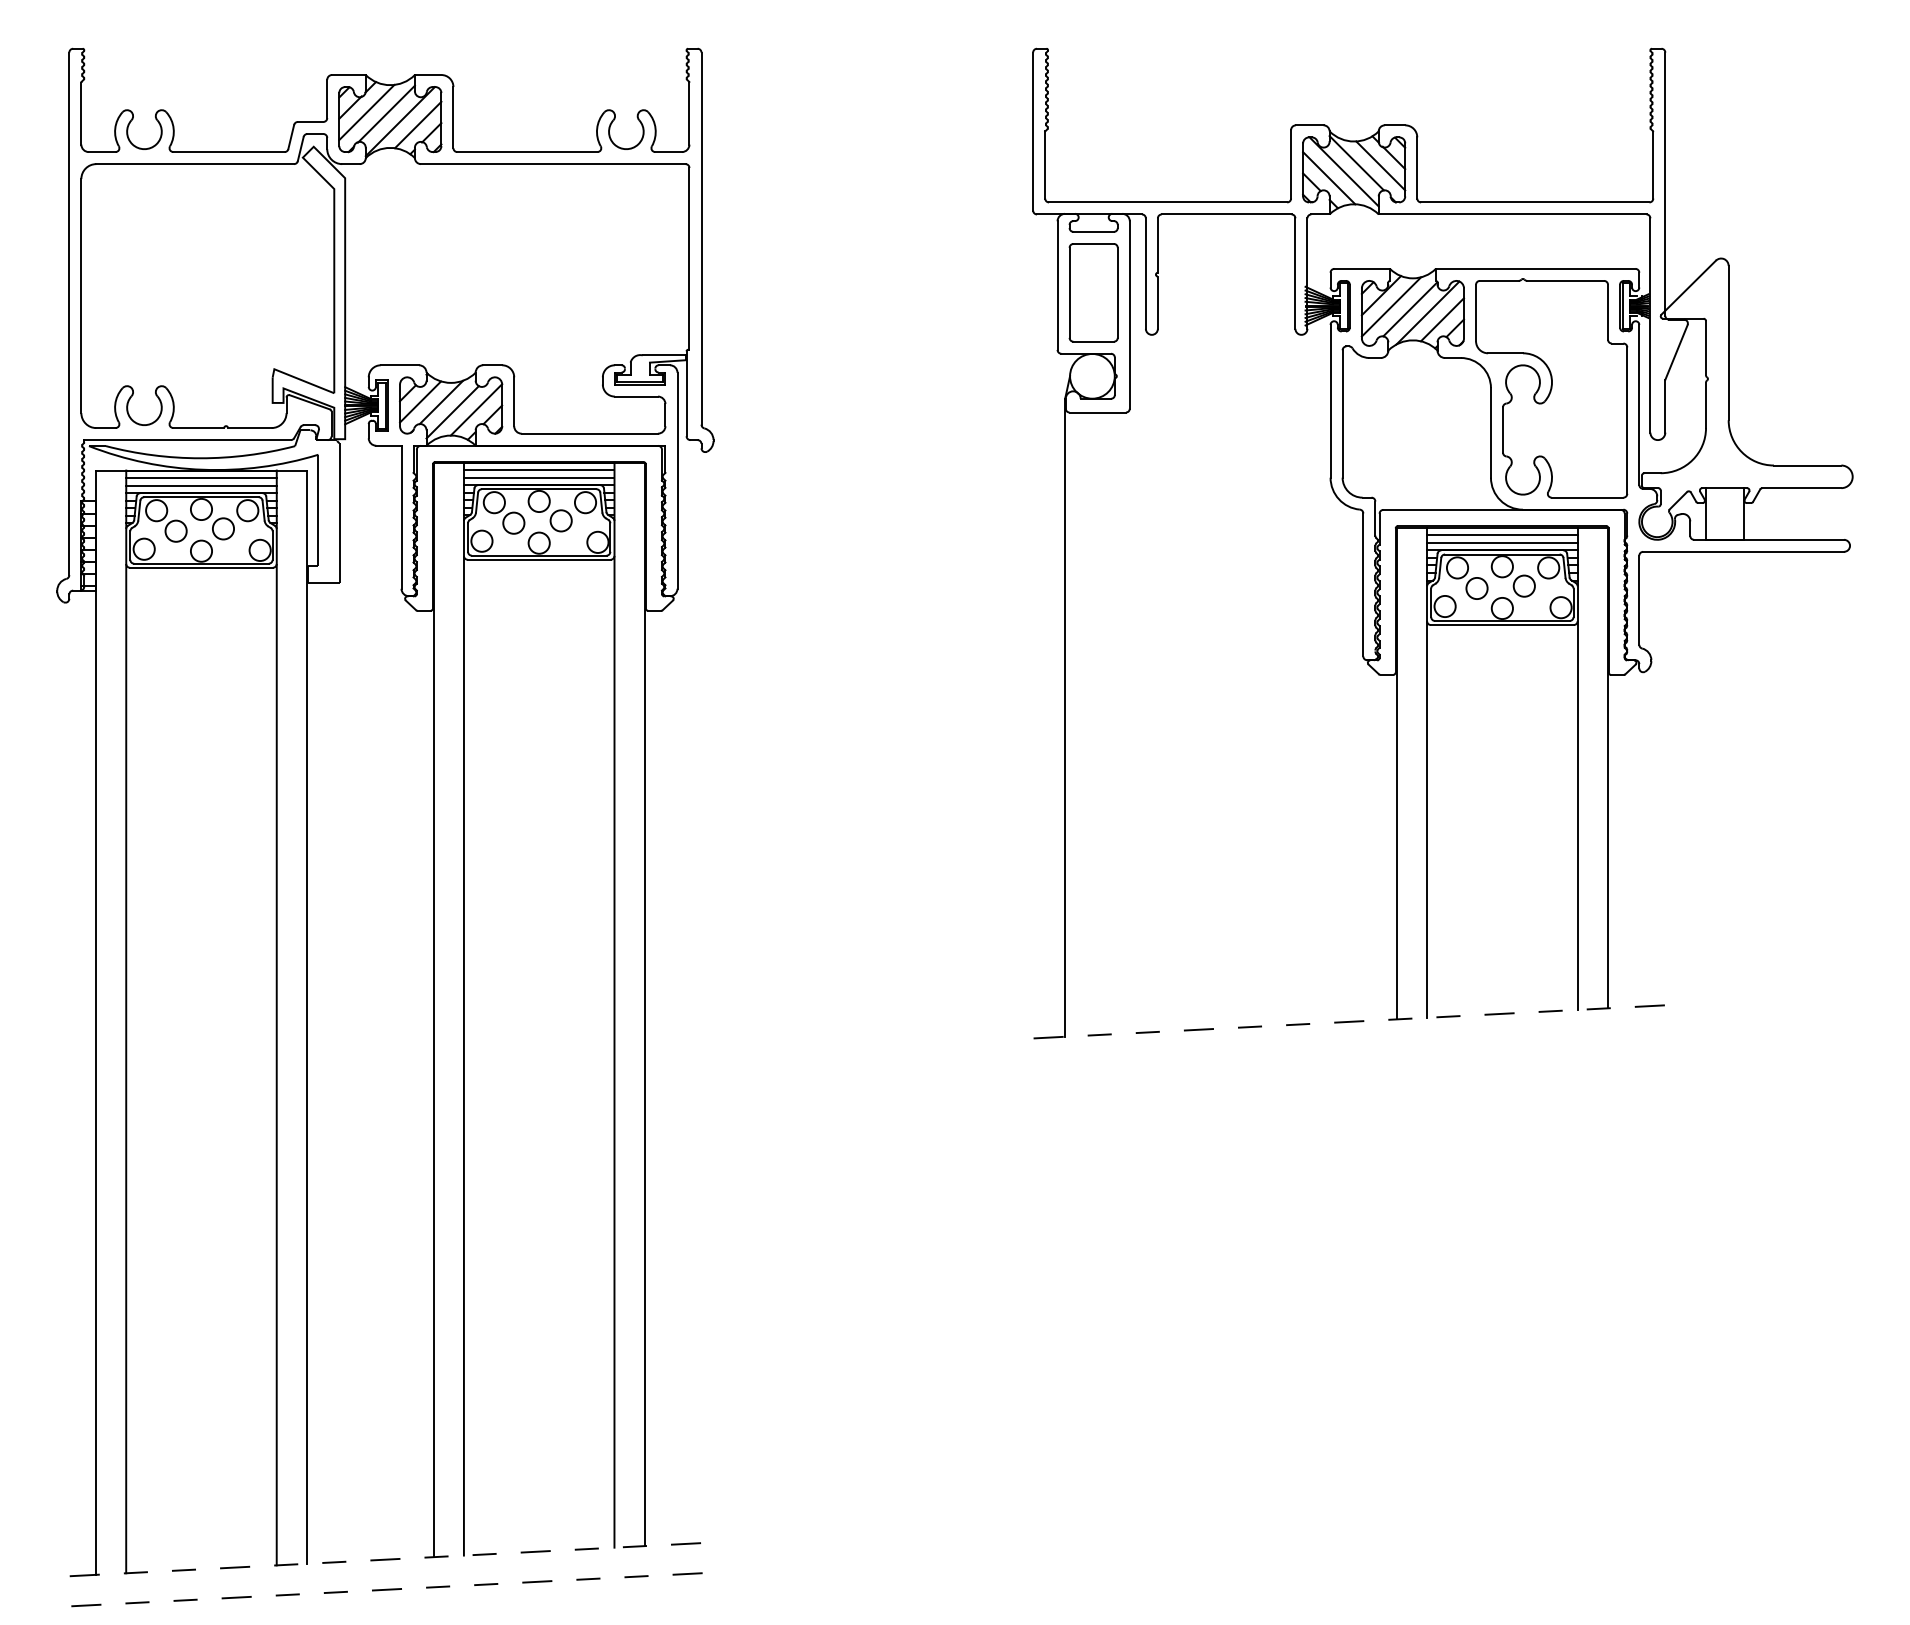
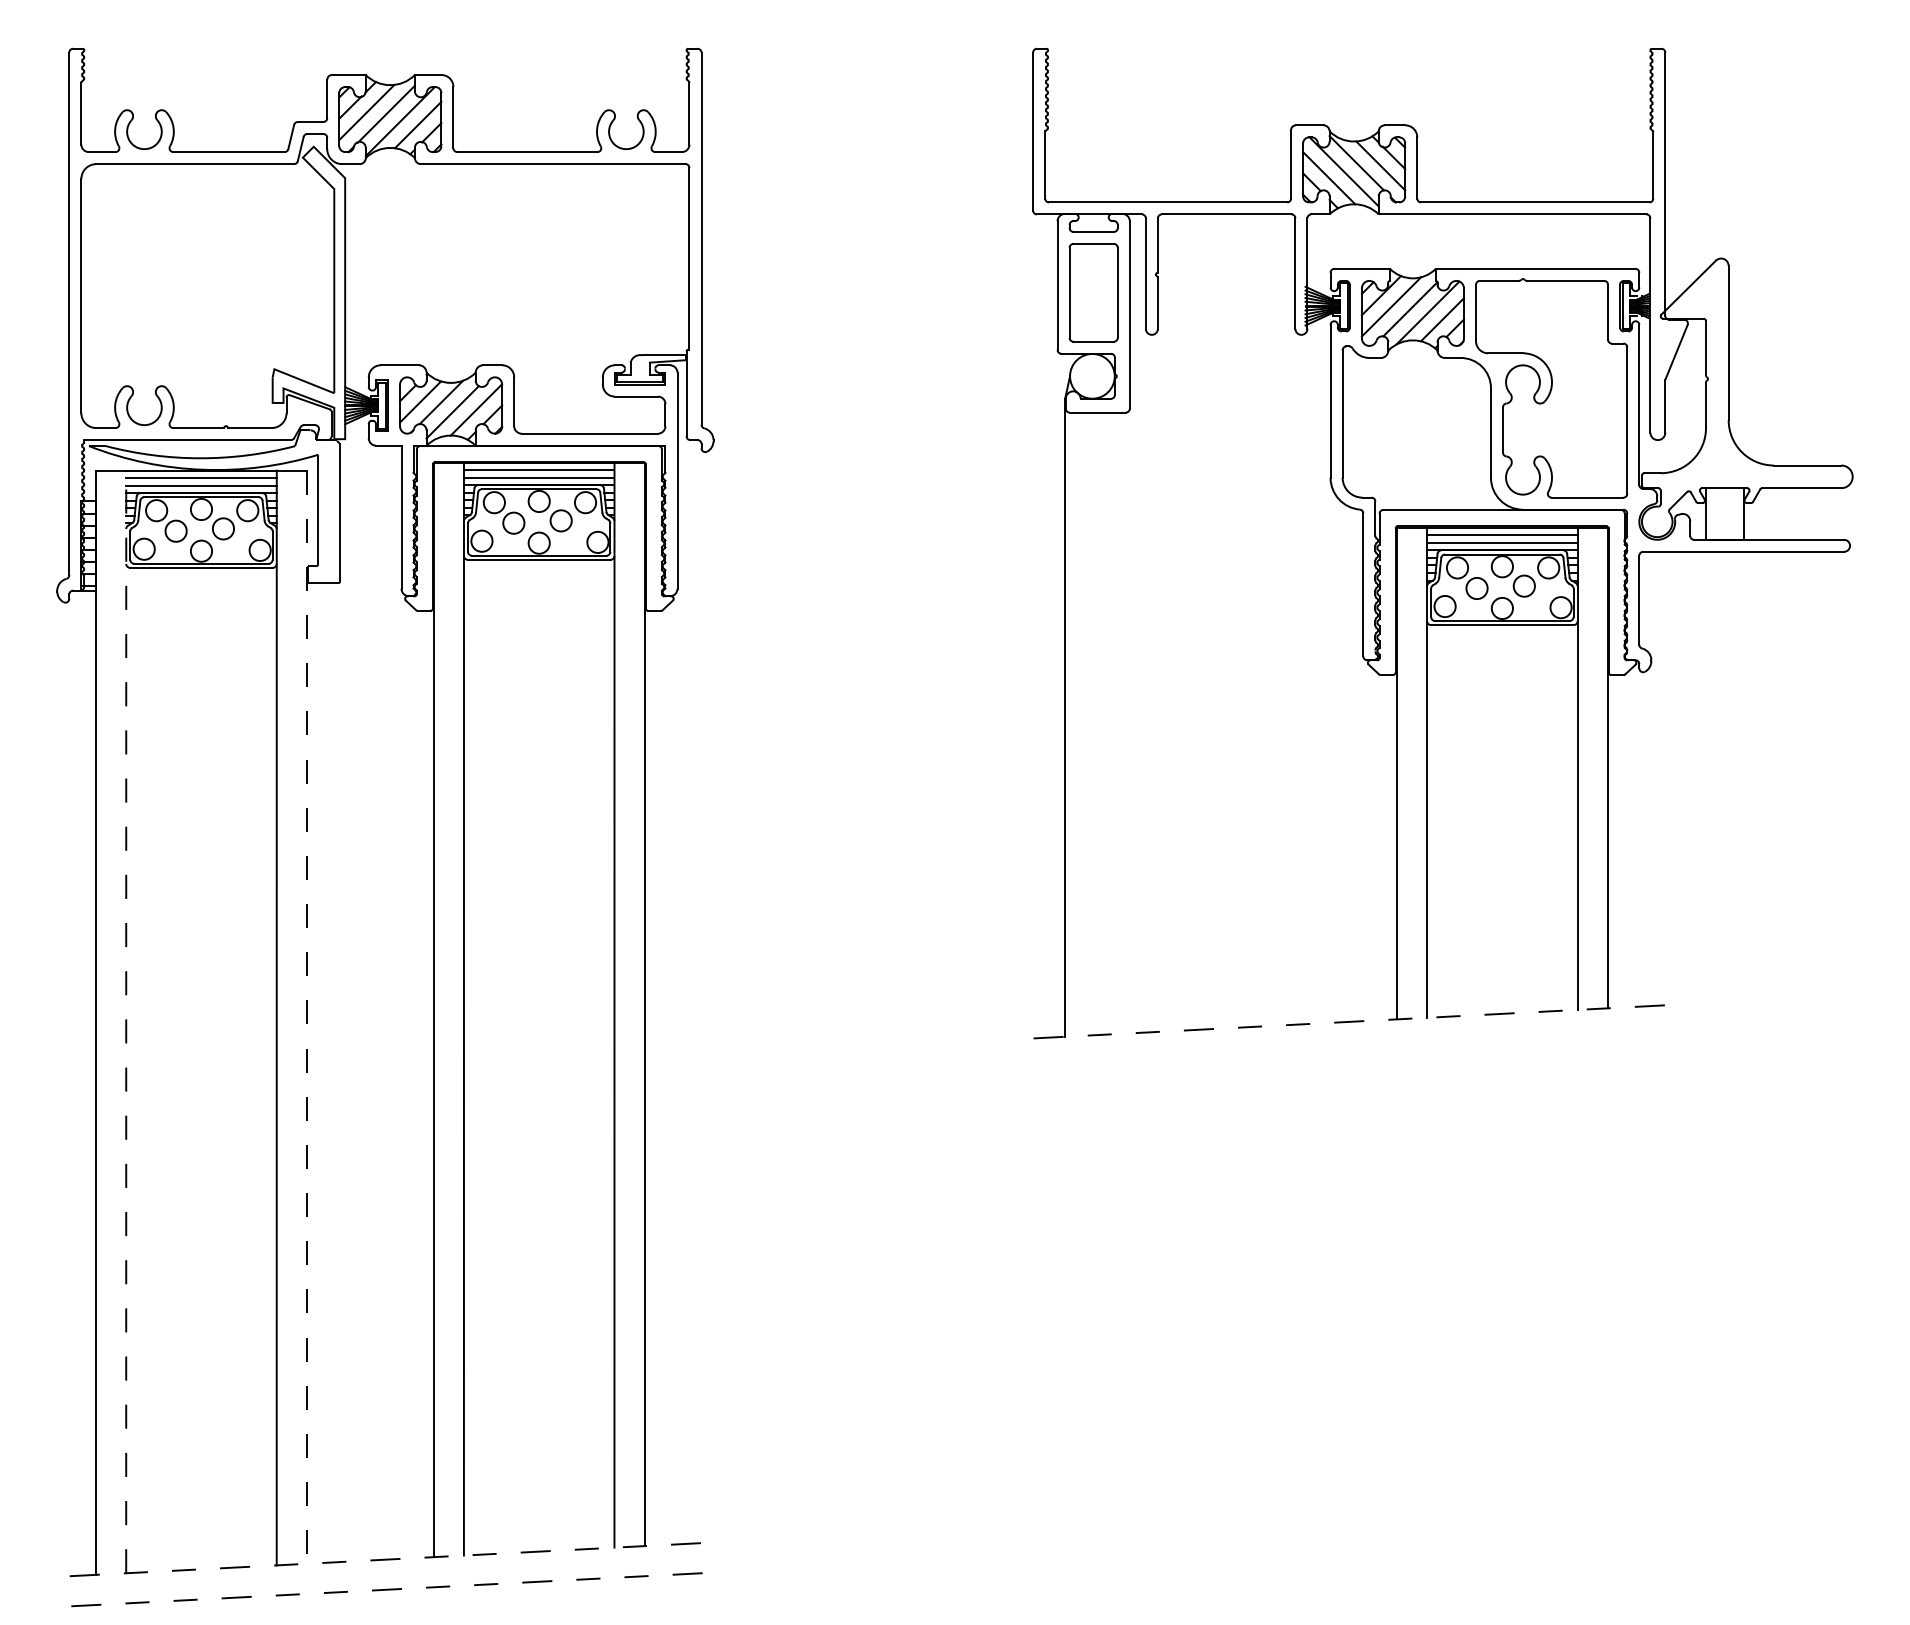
line at (306, 1017): solid -> dashed
line at (126, 1021): solid -> dashed
